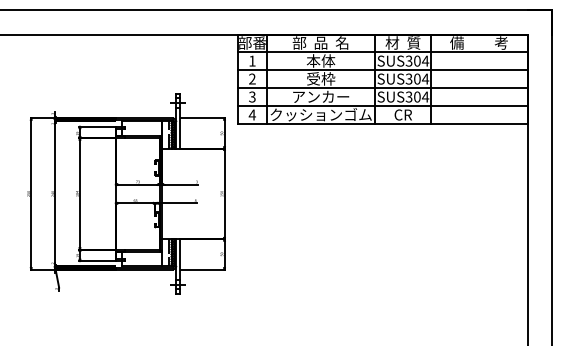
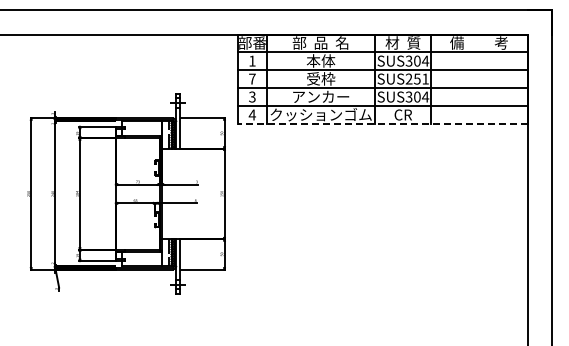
text at (252, 78): 2 -> 7
text at (417, 78): SUS304 -> SUS251
line at (383, 124): solid -> dashed
